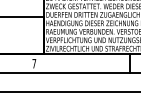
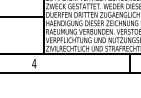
text at (34, 63): 7 -> 4
line at (69, 91): present -> none
